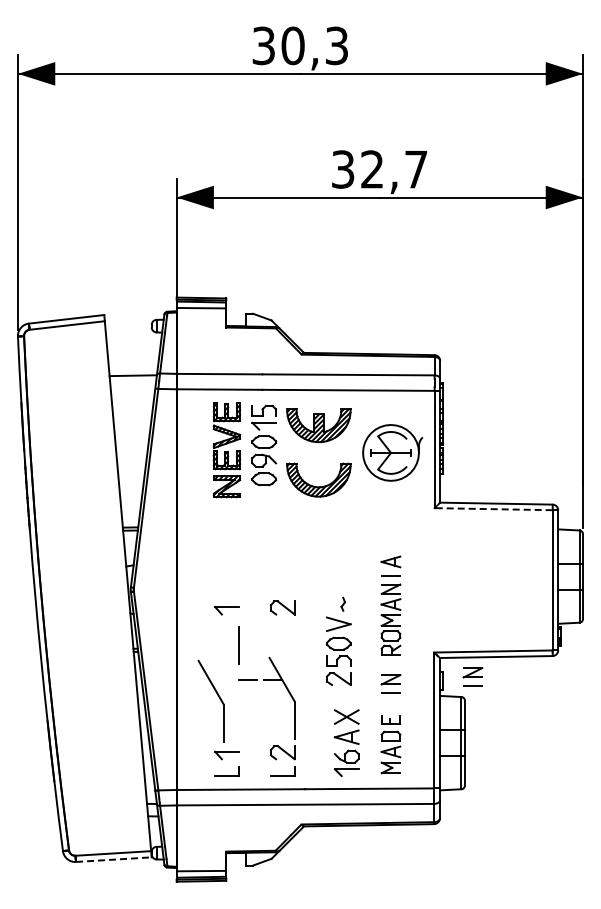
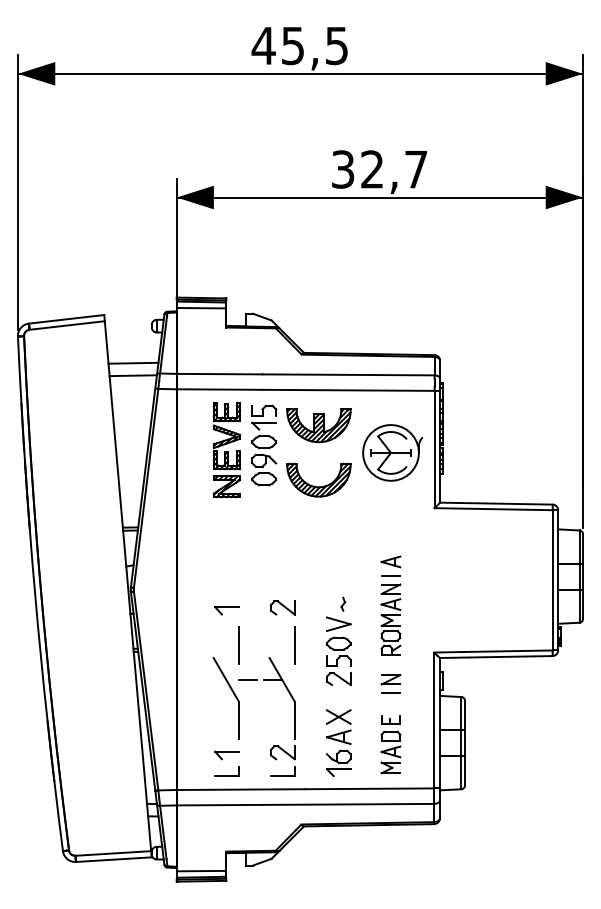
text at (299, 45): 30,3 -> 45,5
line at (133, 362): none -> present
line at (493, 509): dashed -> solid
line at (294, 645): none -> present
part at (472, 676): present -> none
part at (218, 697) position: (218, 697) -> (233, 694)
part at (346, 743) position: (346, 743) -> (338, 743)
line at (113, 859): dashed -> solid
